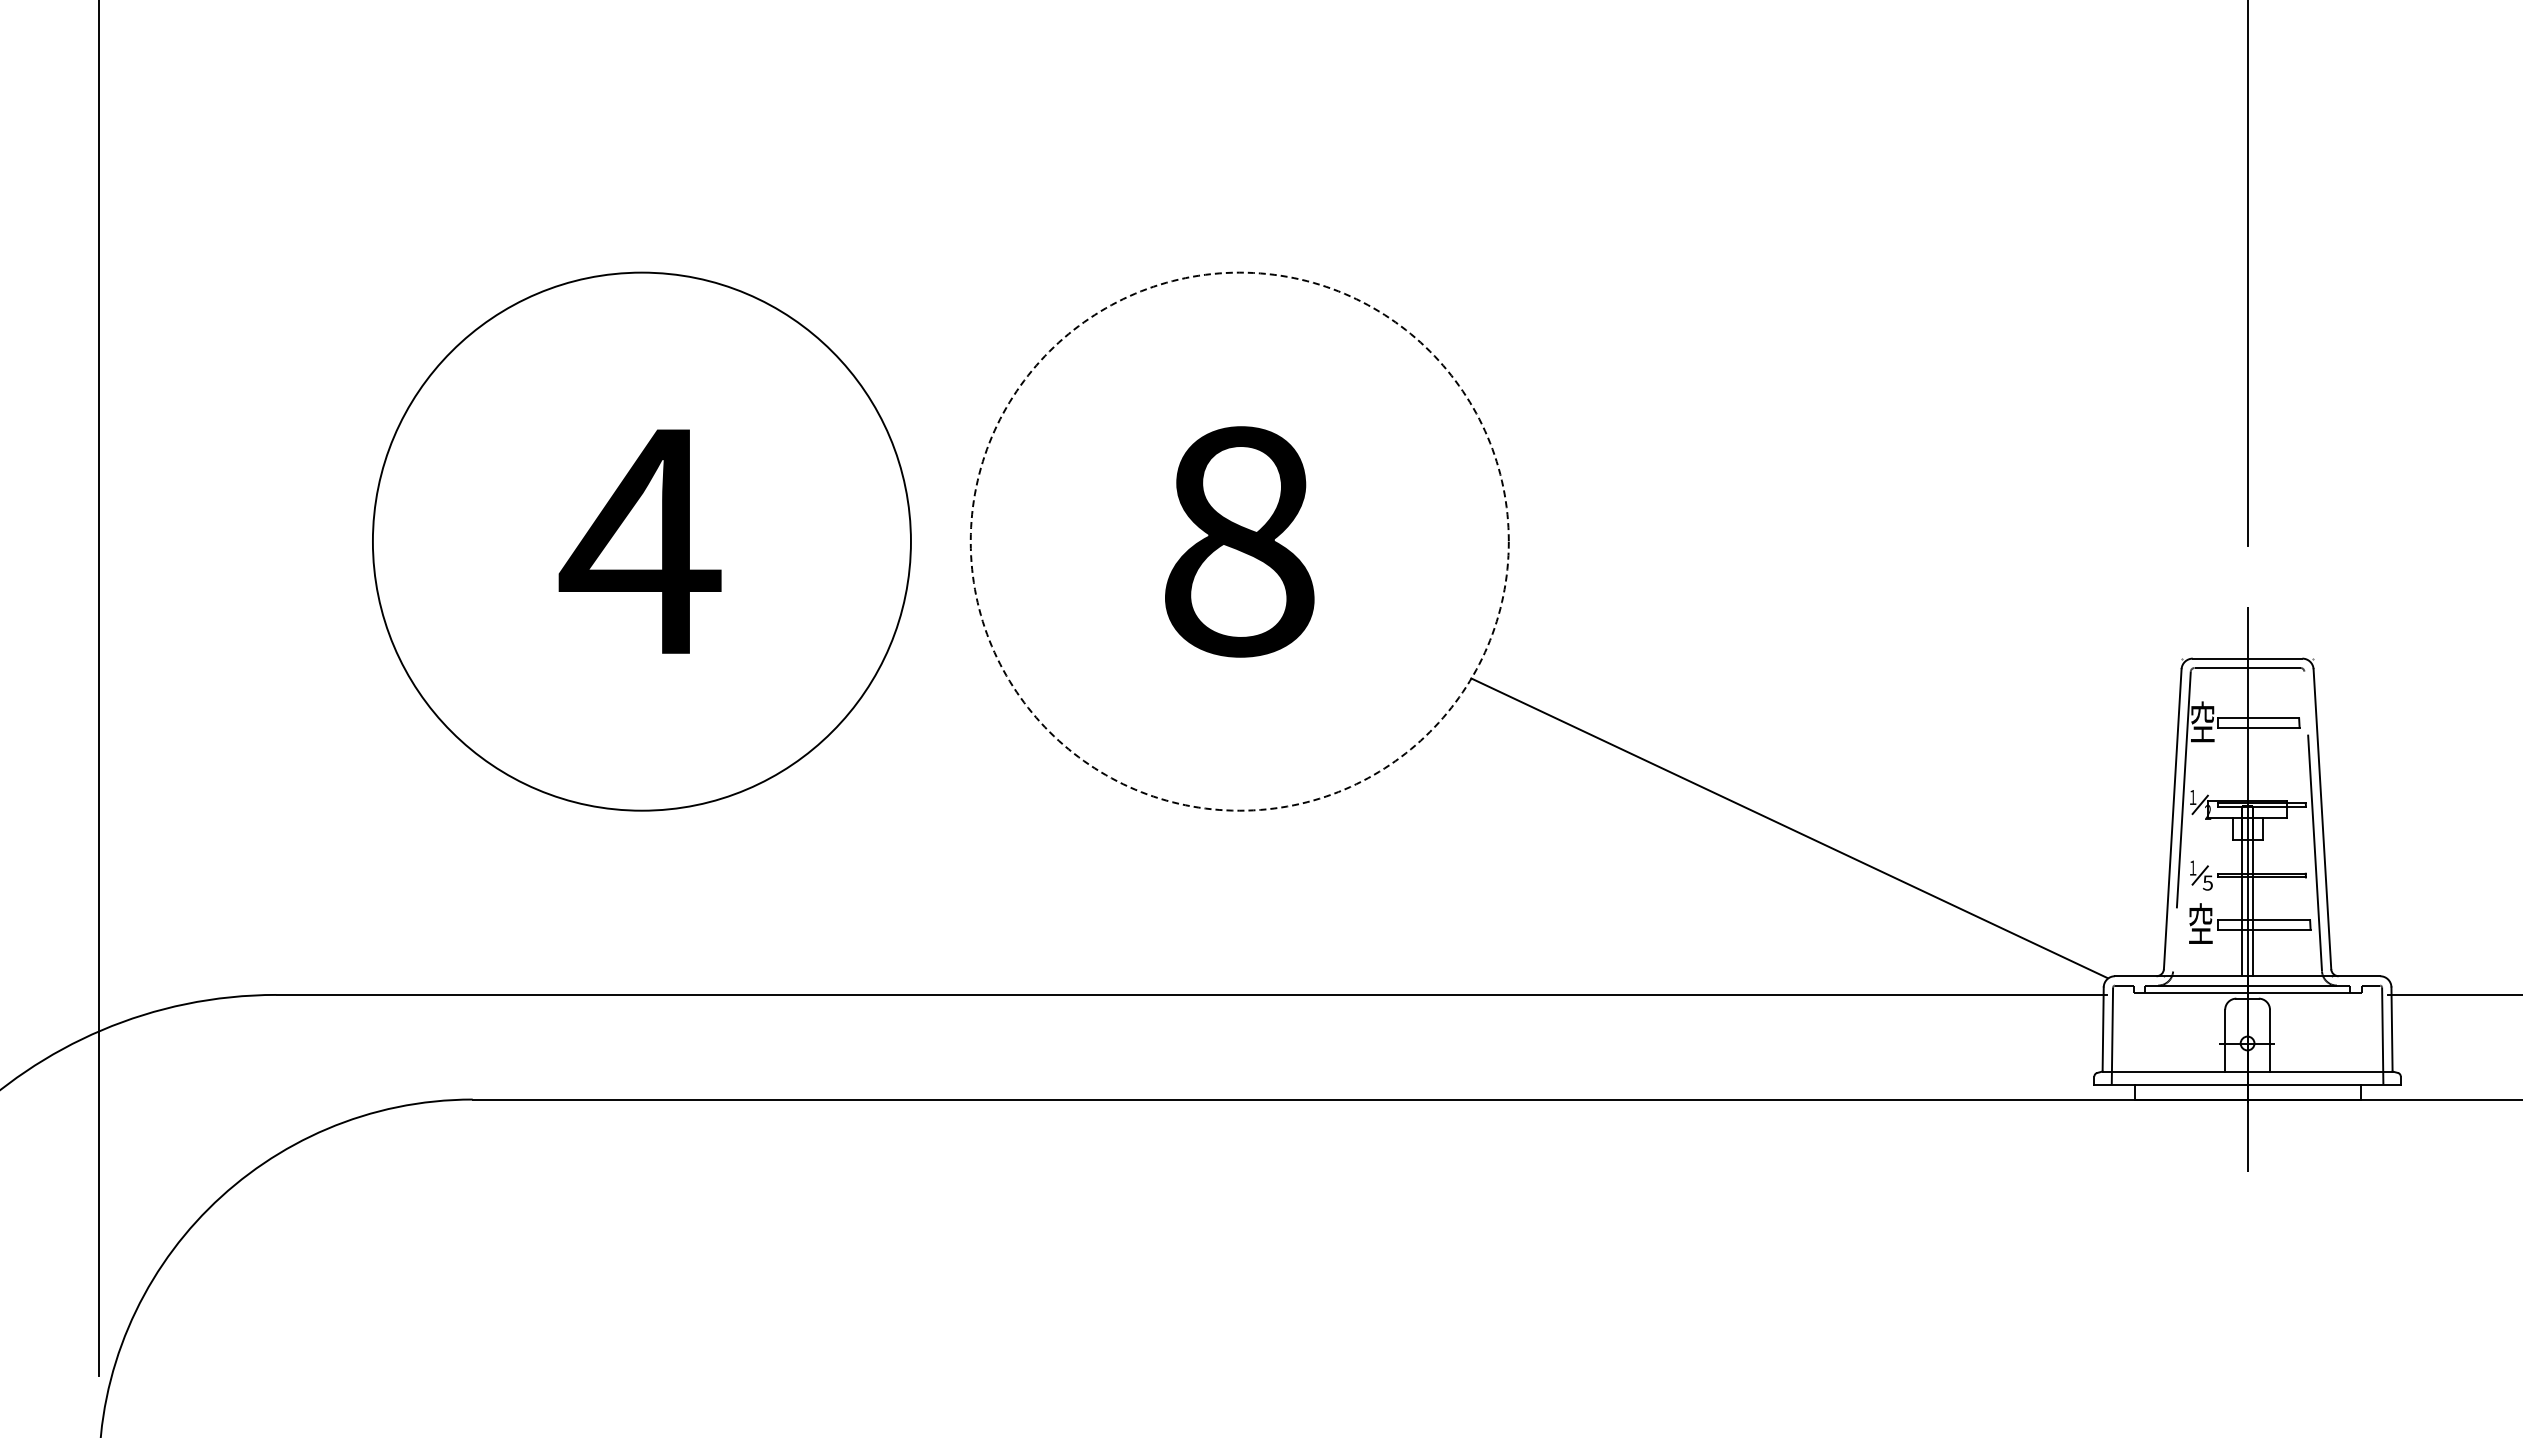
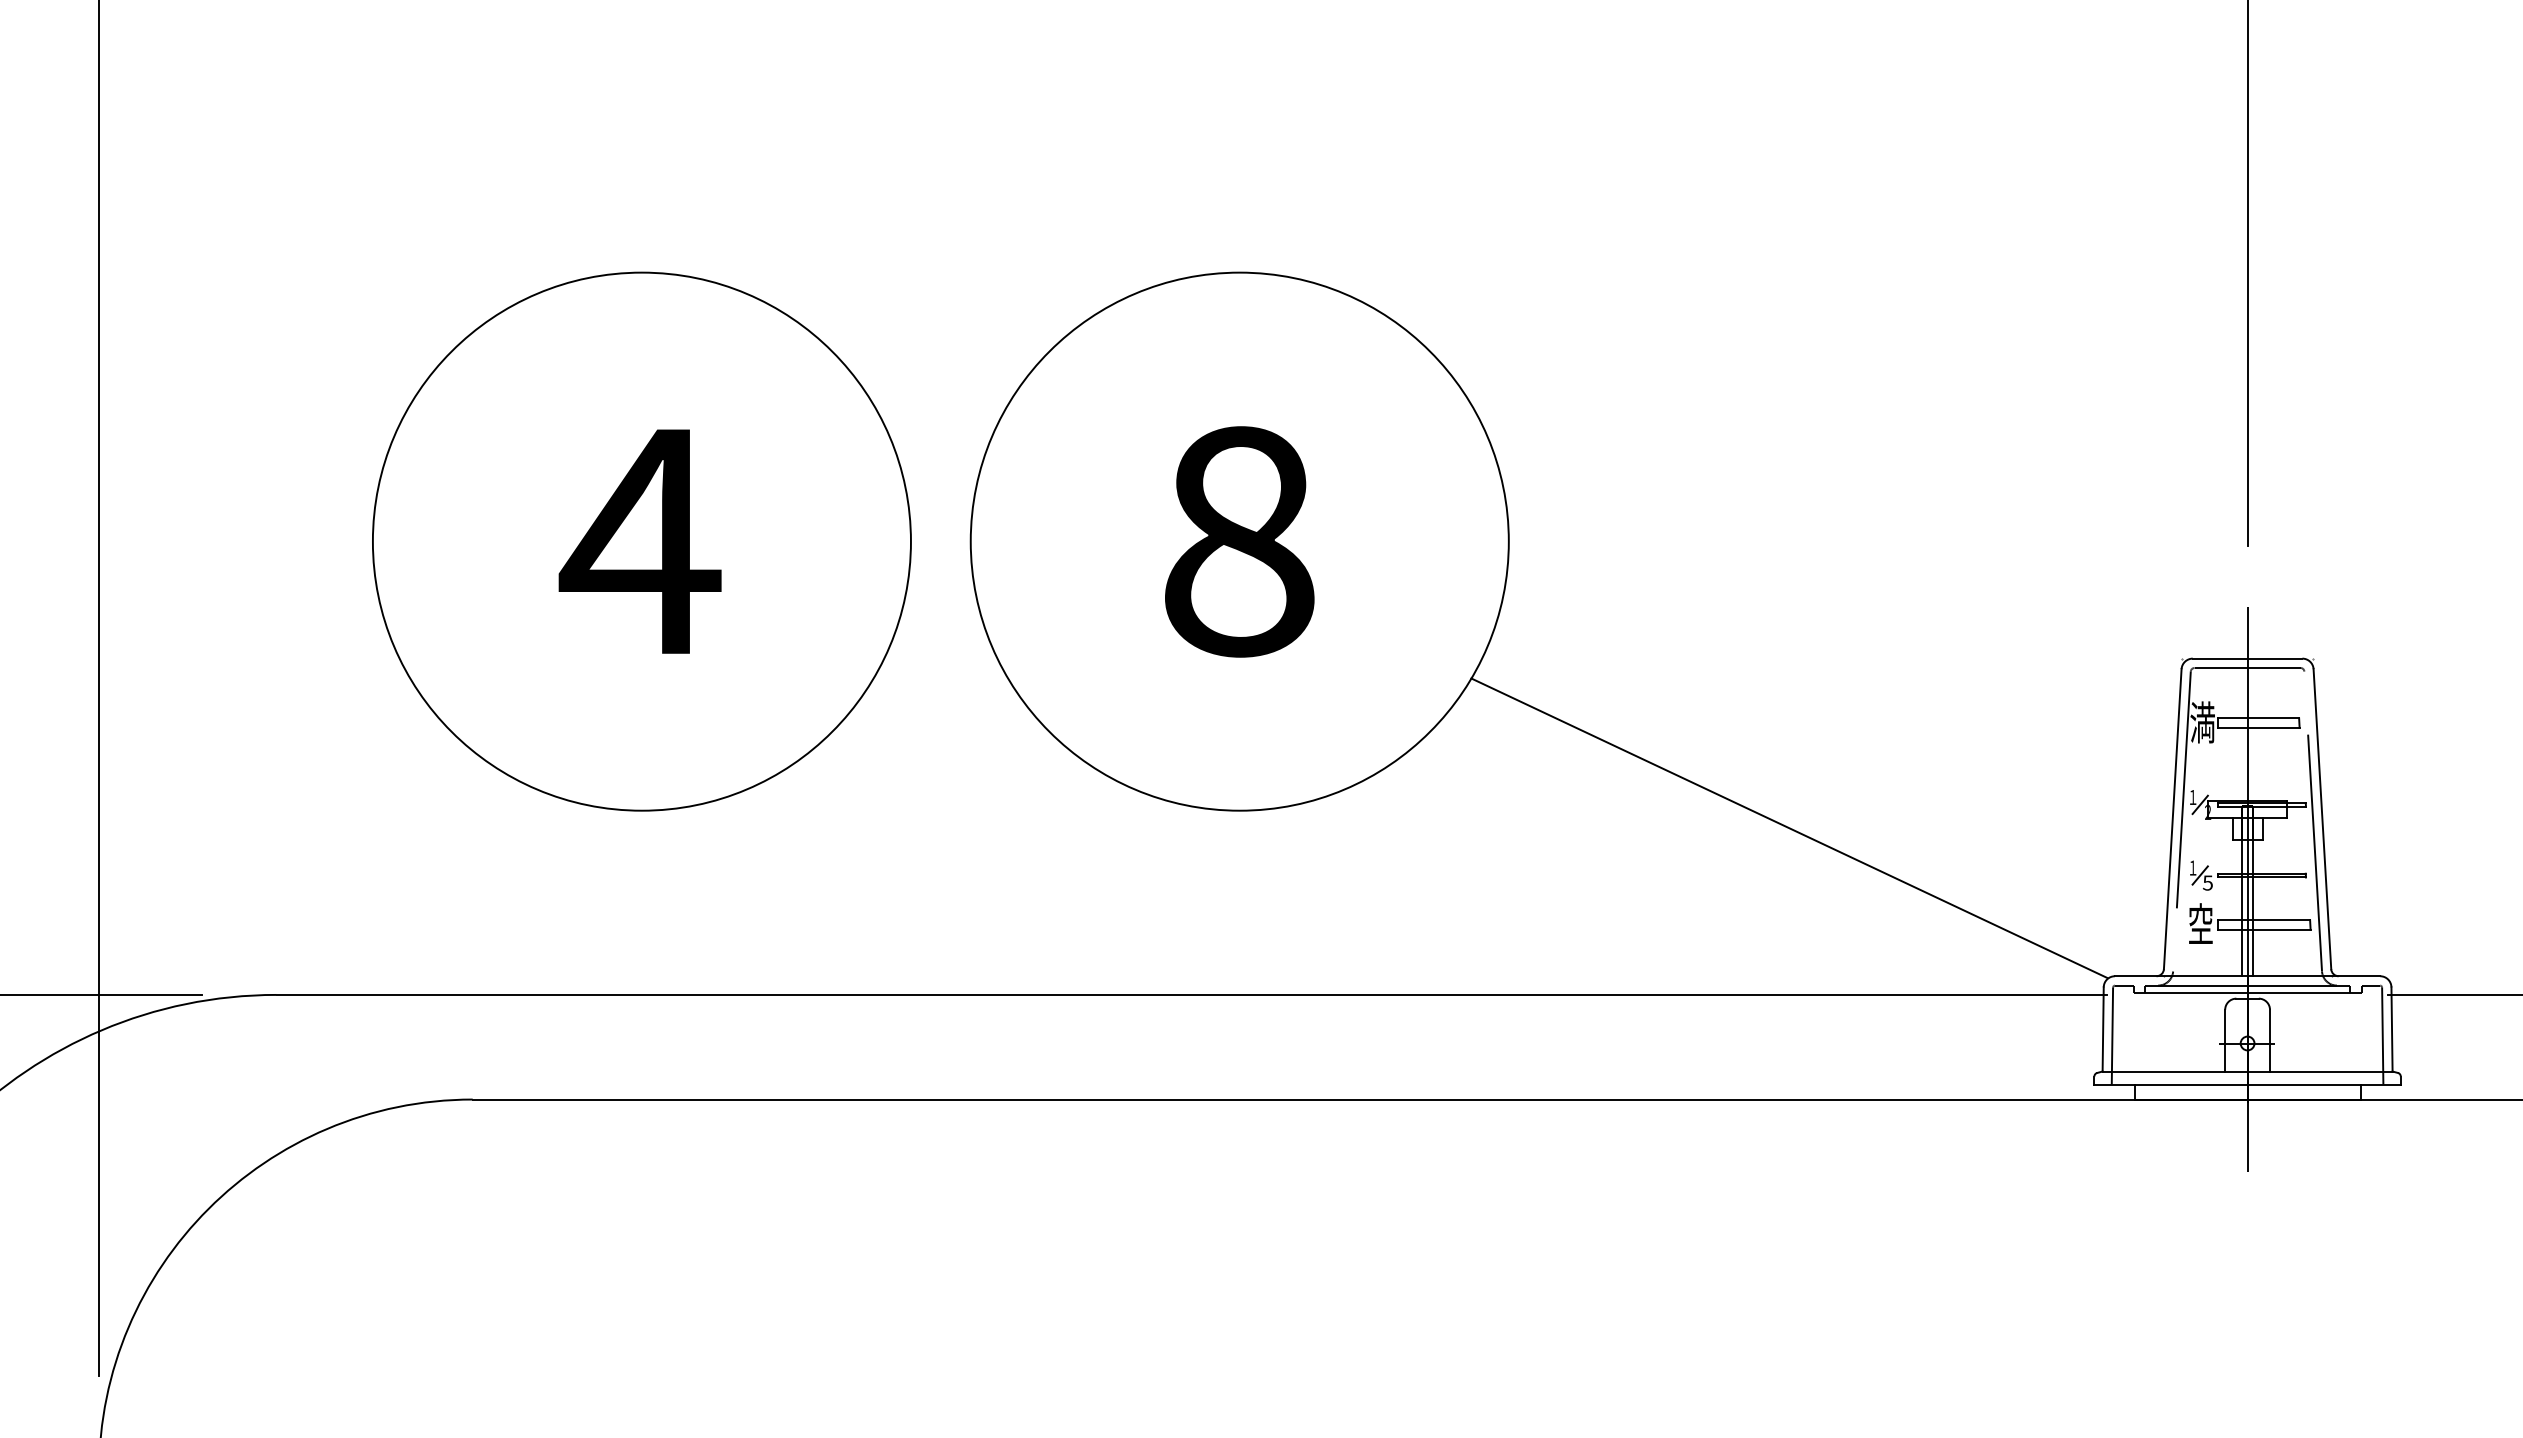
circle at (1239, 541): dashed -> solid
text at (2202, 722): 空 -> 満
line at (101, 994): none -> present
